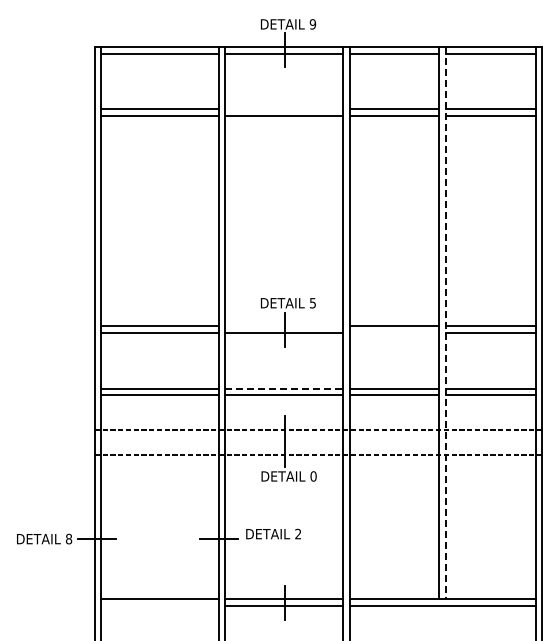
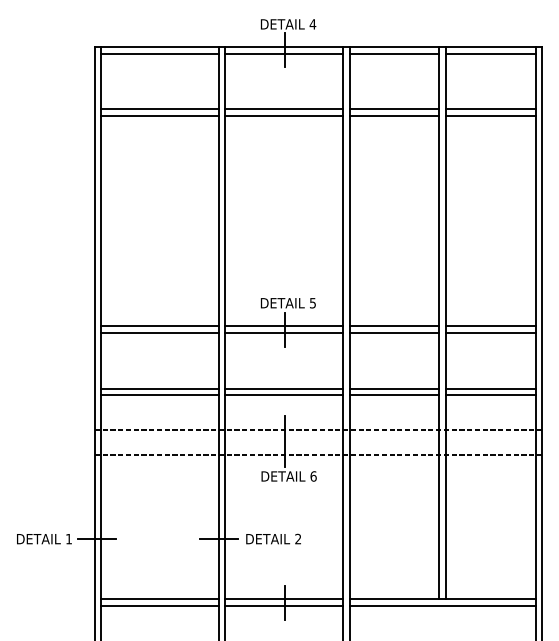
text at (312, 24): 9 -> 4
line at (284, 109): none -> present
line at (445, 323): dashed -> solid
line at (284, 326): none -> present
line at (394, 332): none -> present
line at (284, 388): dashed -> solid
text at (313, 476): 0 -> 6
text at (273, 533) position: (273, 533) -> (273, 538)
text at (68, 538): 8 -> 1
line at (159, 605): none -> present
